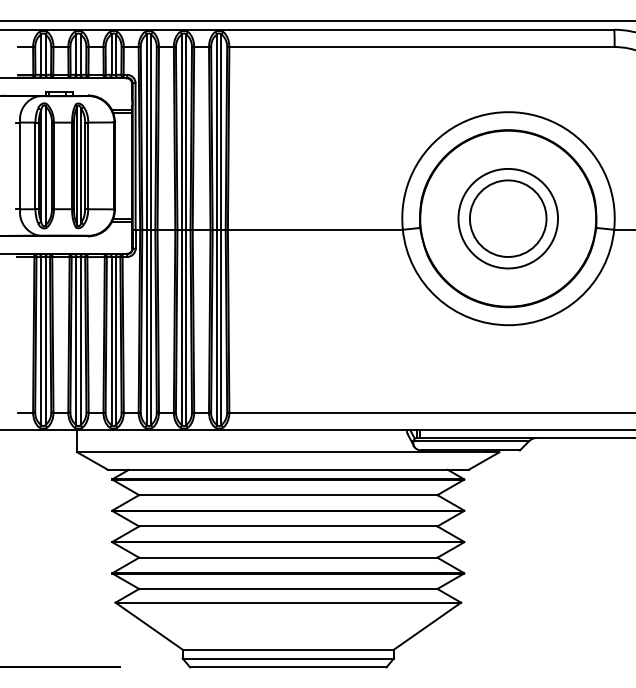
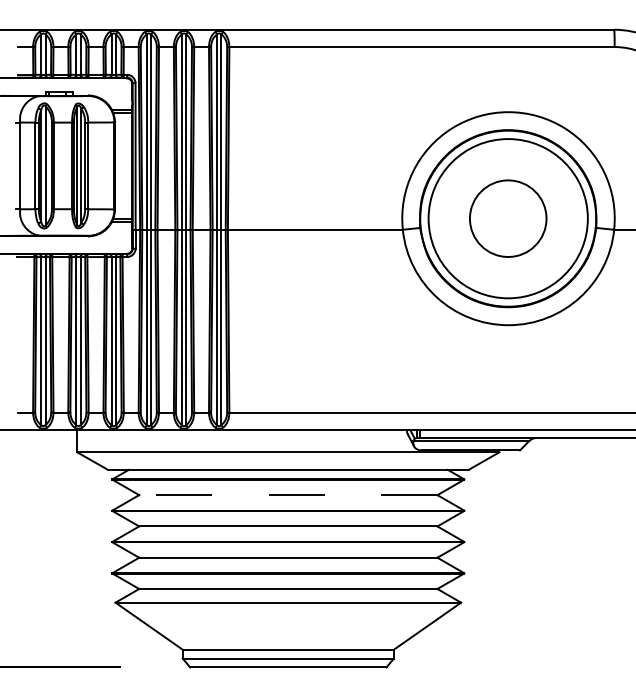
line at (317, 20): present -> none
circle at (508, 218) diameter: 100 px -> 159 px
line at (287, 495): solid -> dashed
